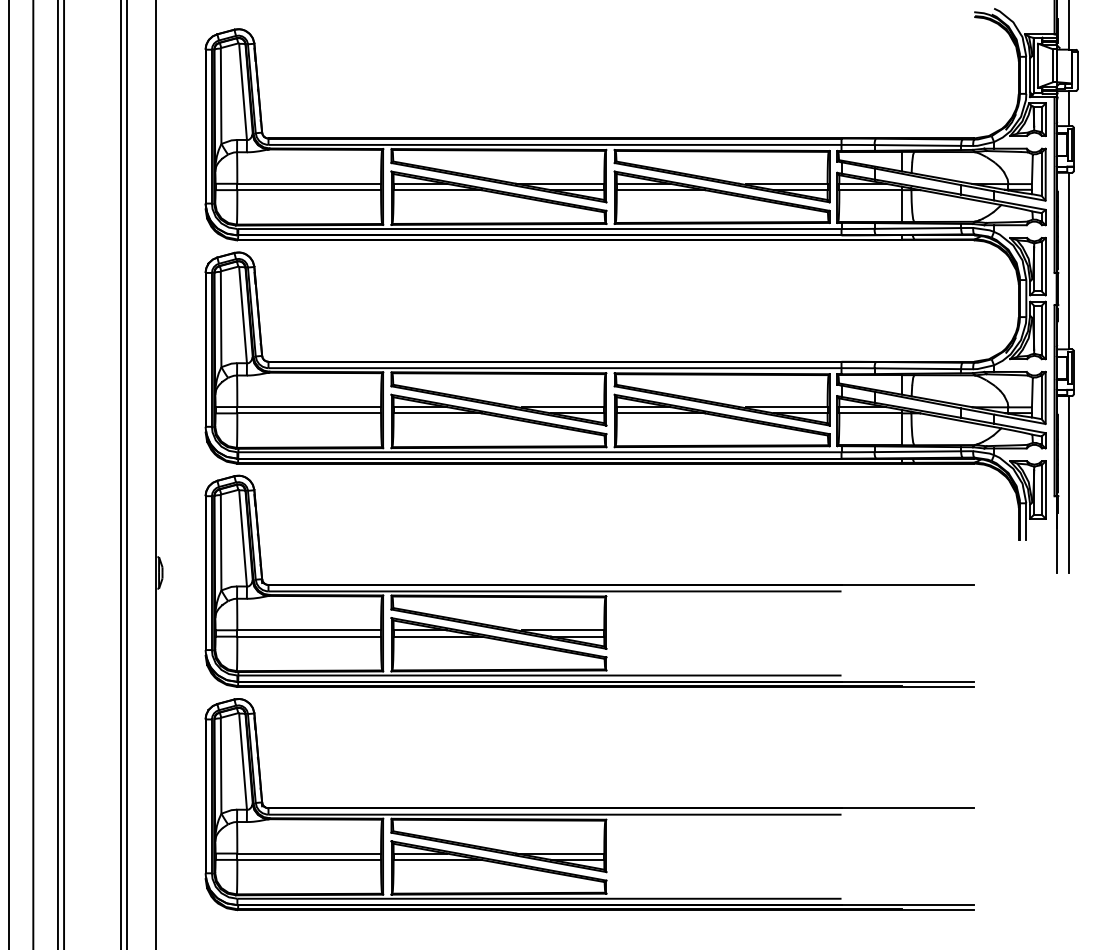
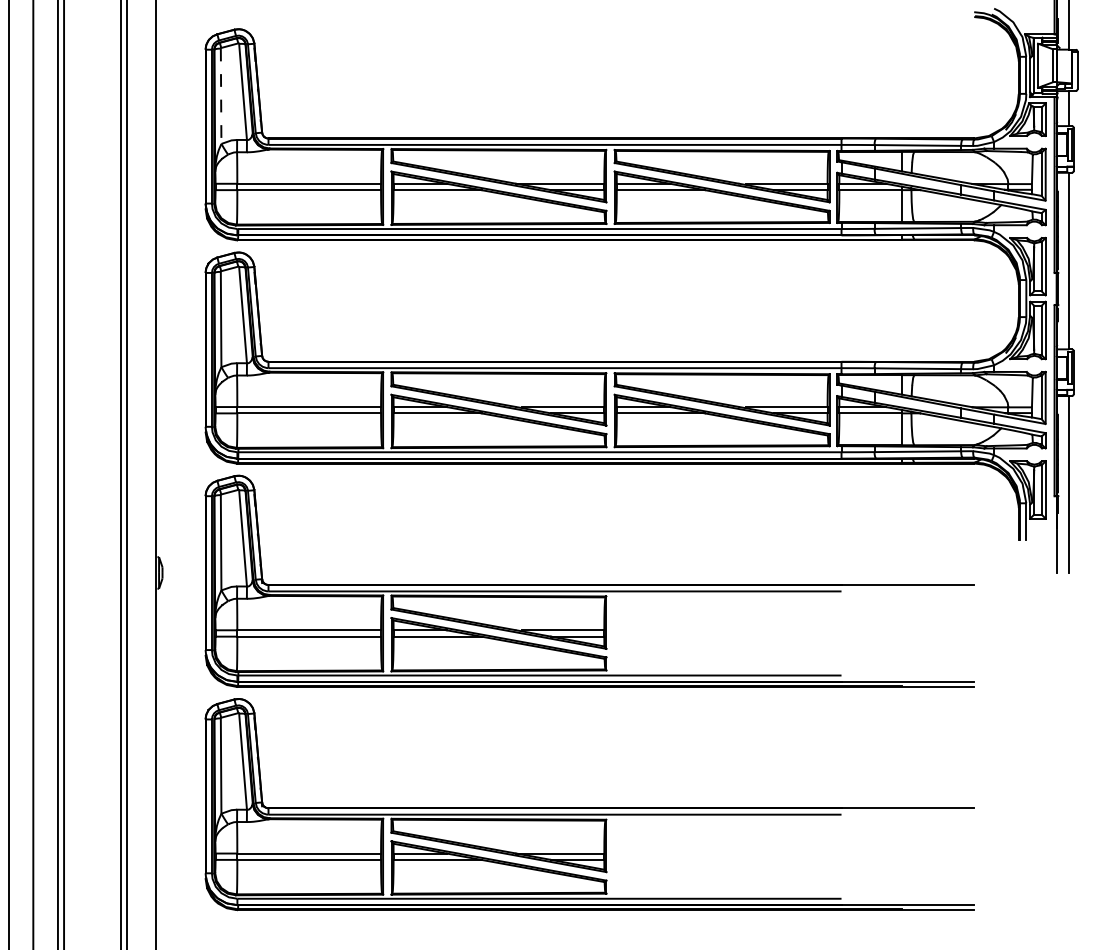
line at (221, 96): solid -> dashed
